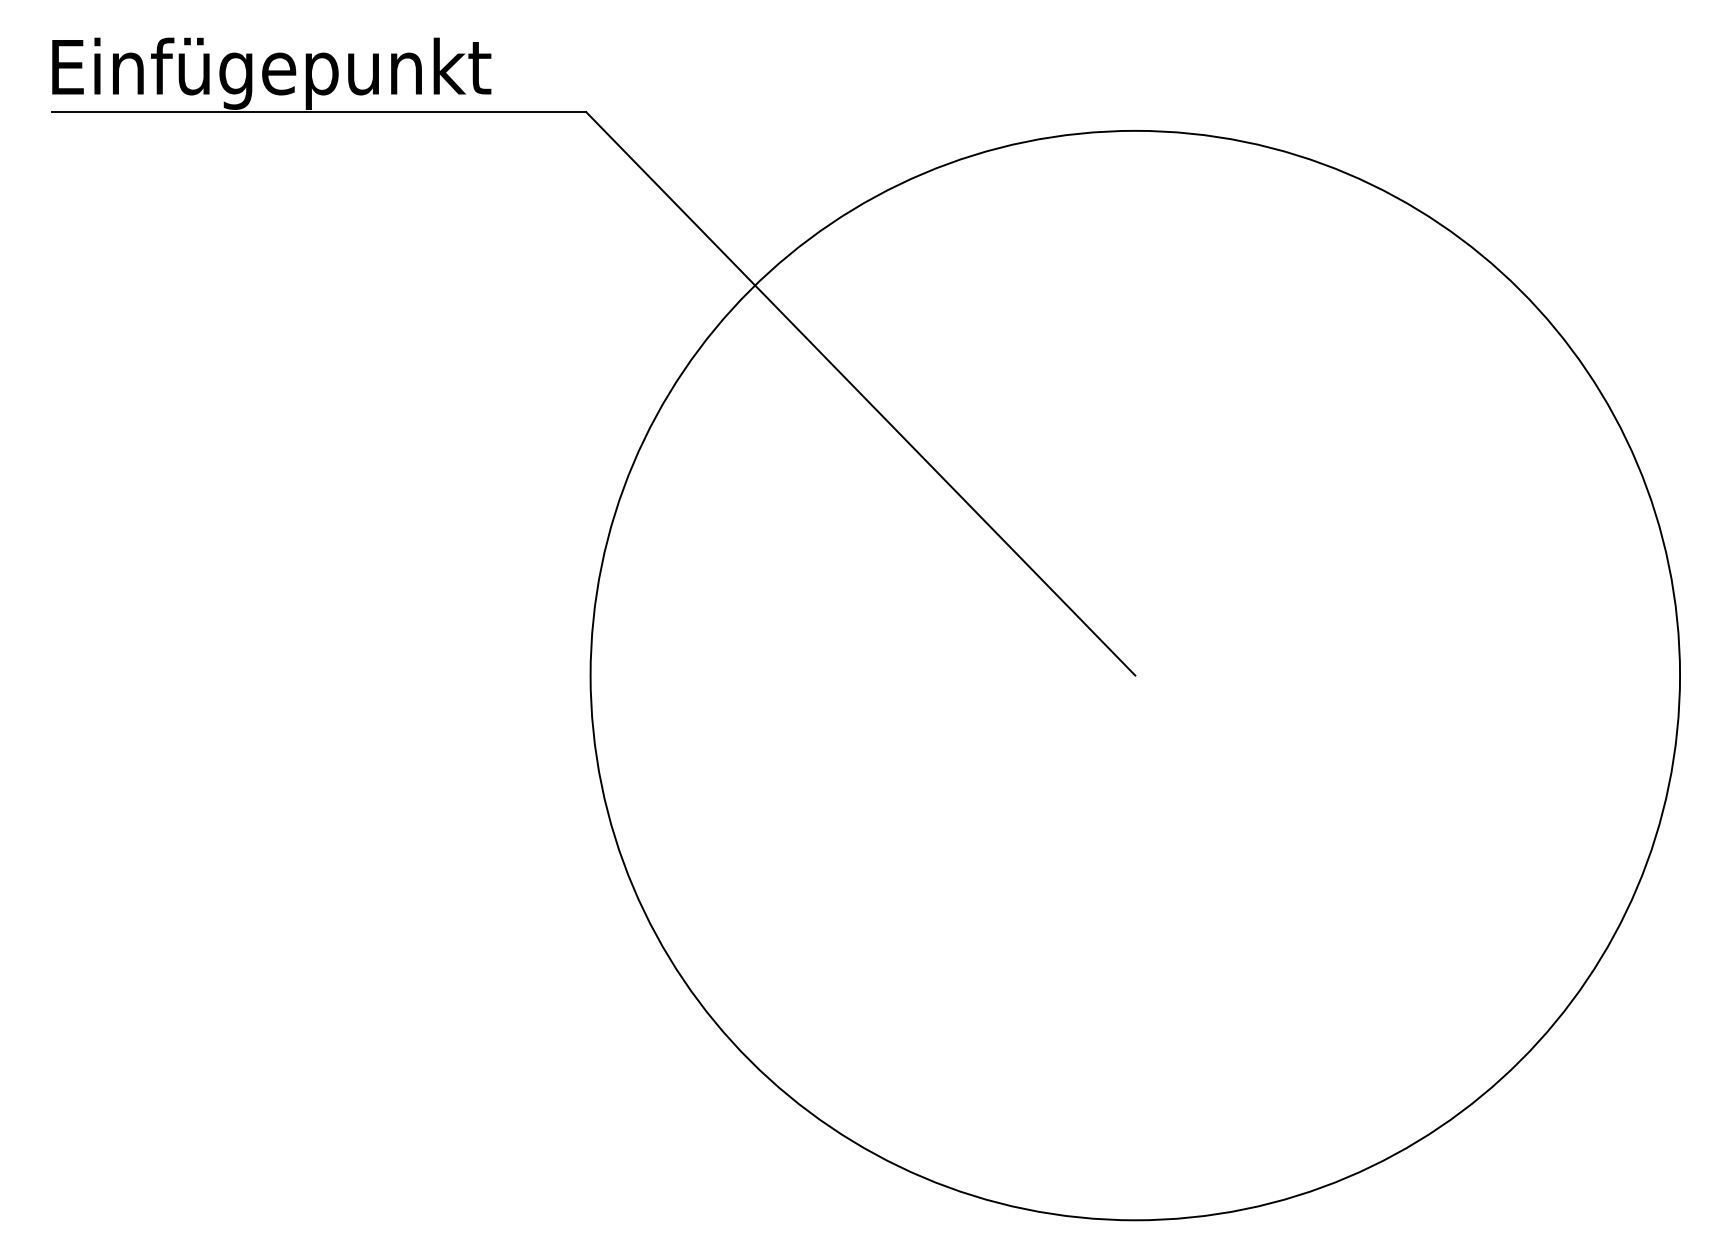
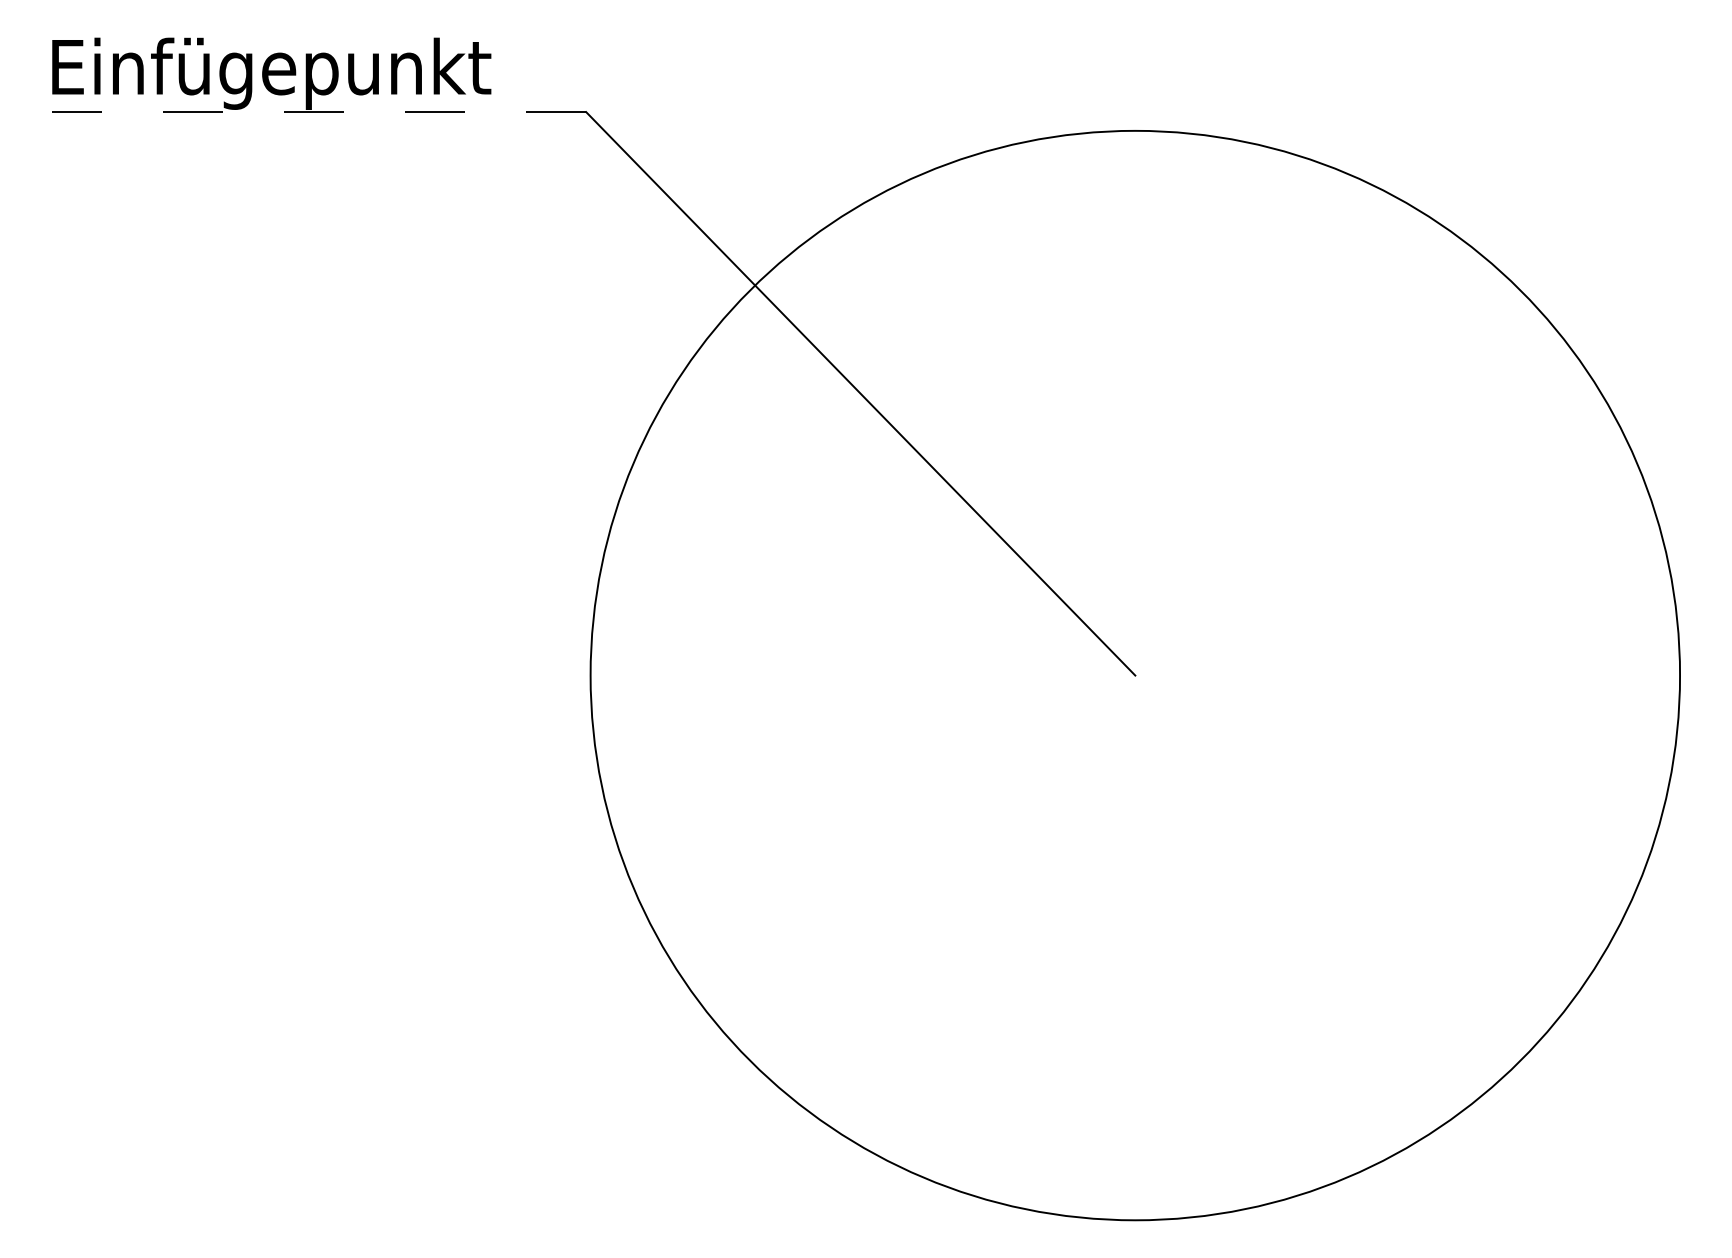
line at (318, 112): solid -> dashed
